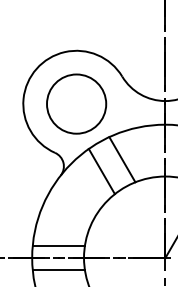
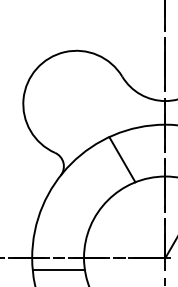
circle at (76, 103): present -> none
line at (101, 171): present -> none
line at (58, 246): present -> none
